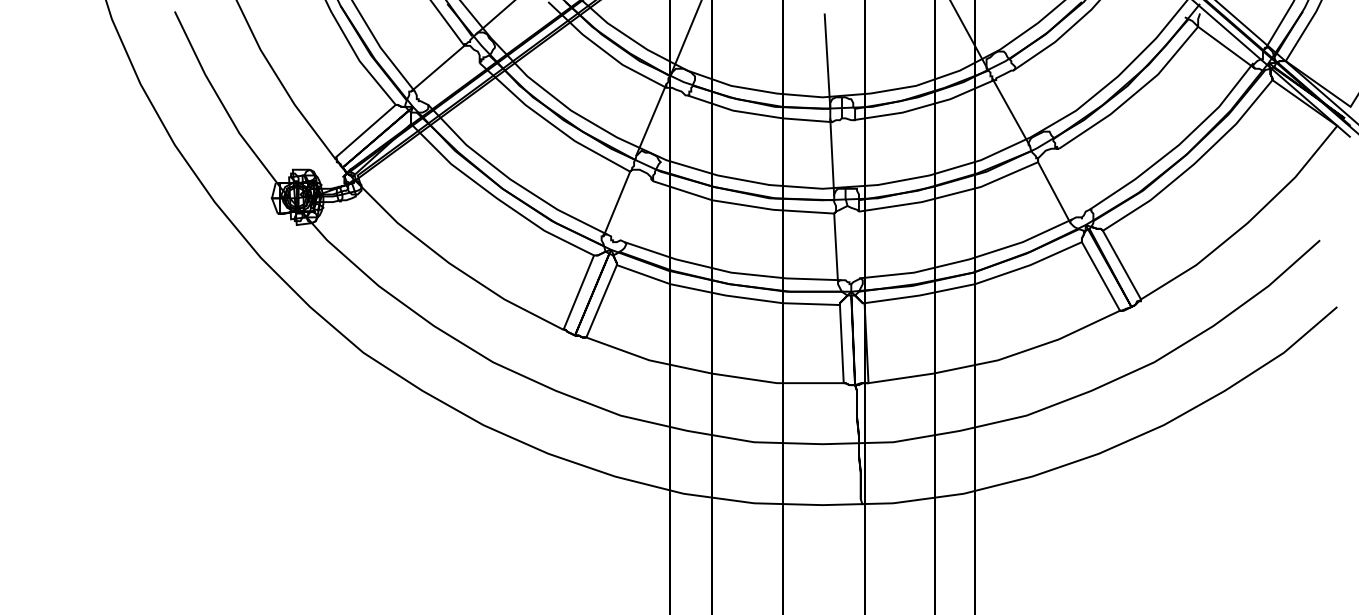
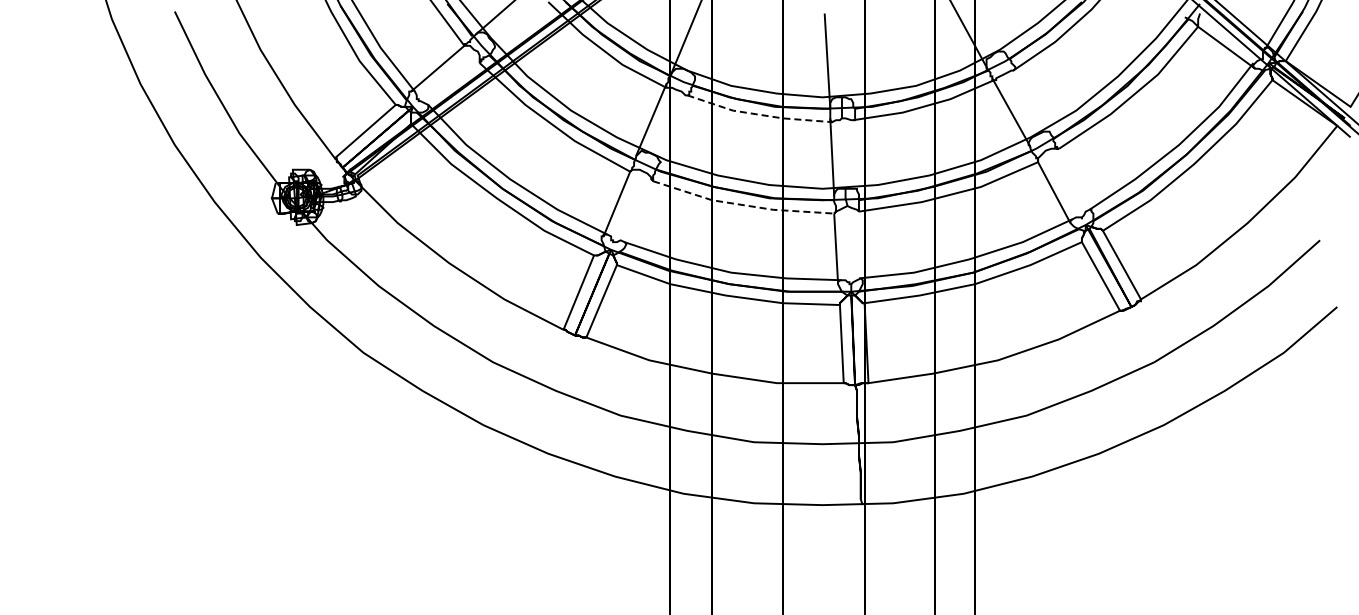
line at (758, 114): solid -> dashed
line at (742, 205): solid -> dashed
